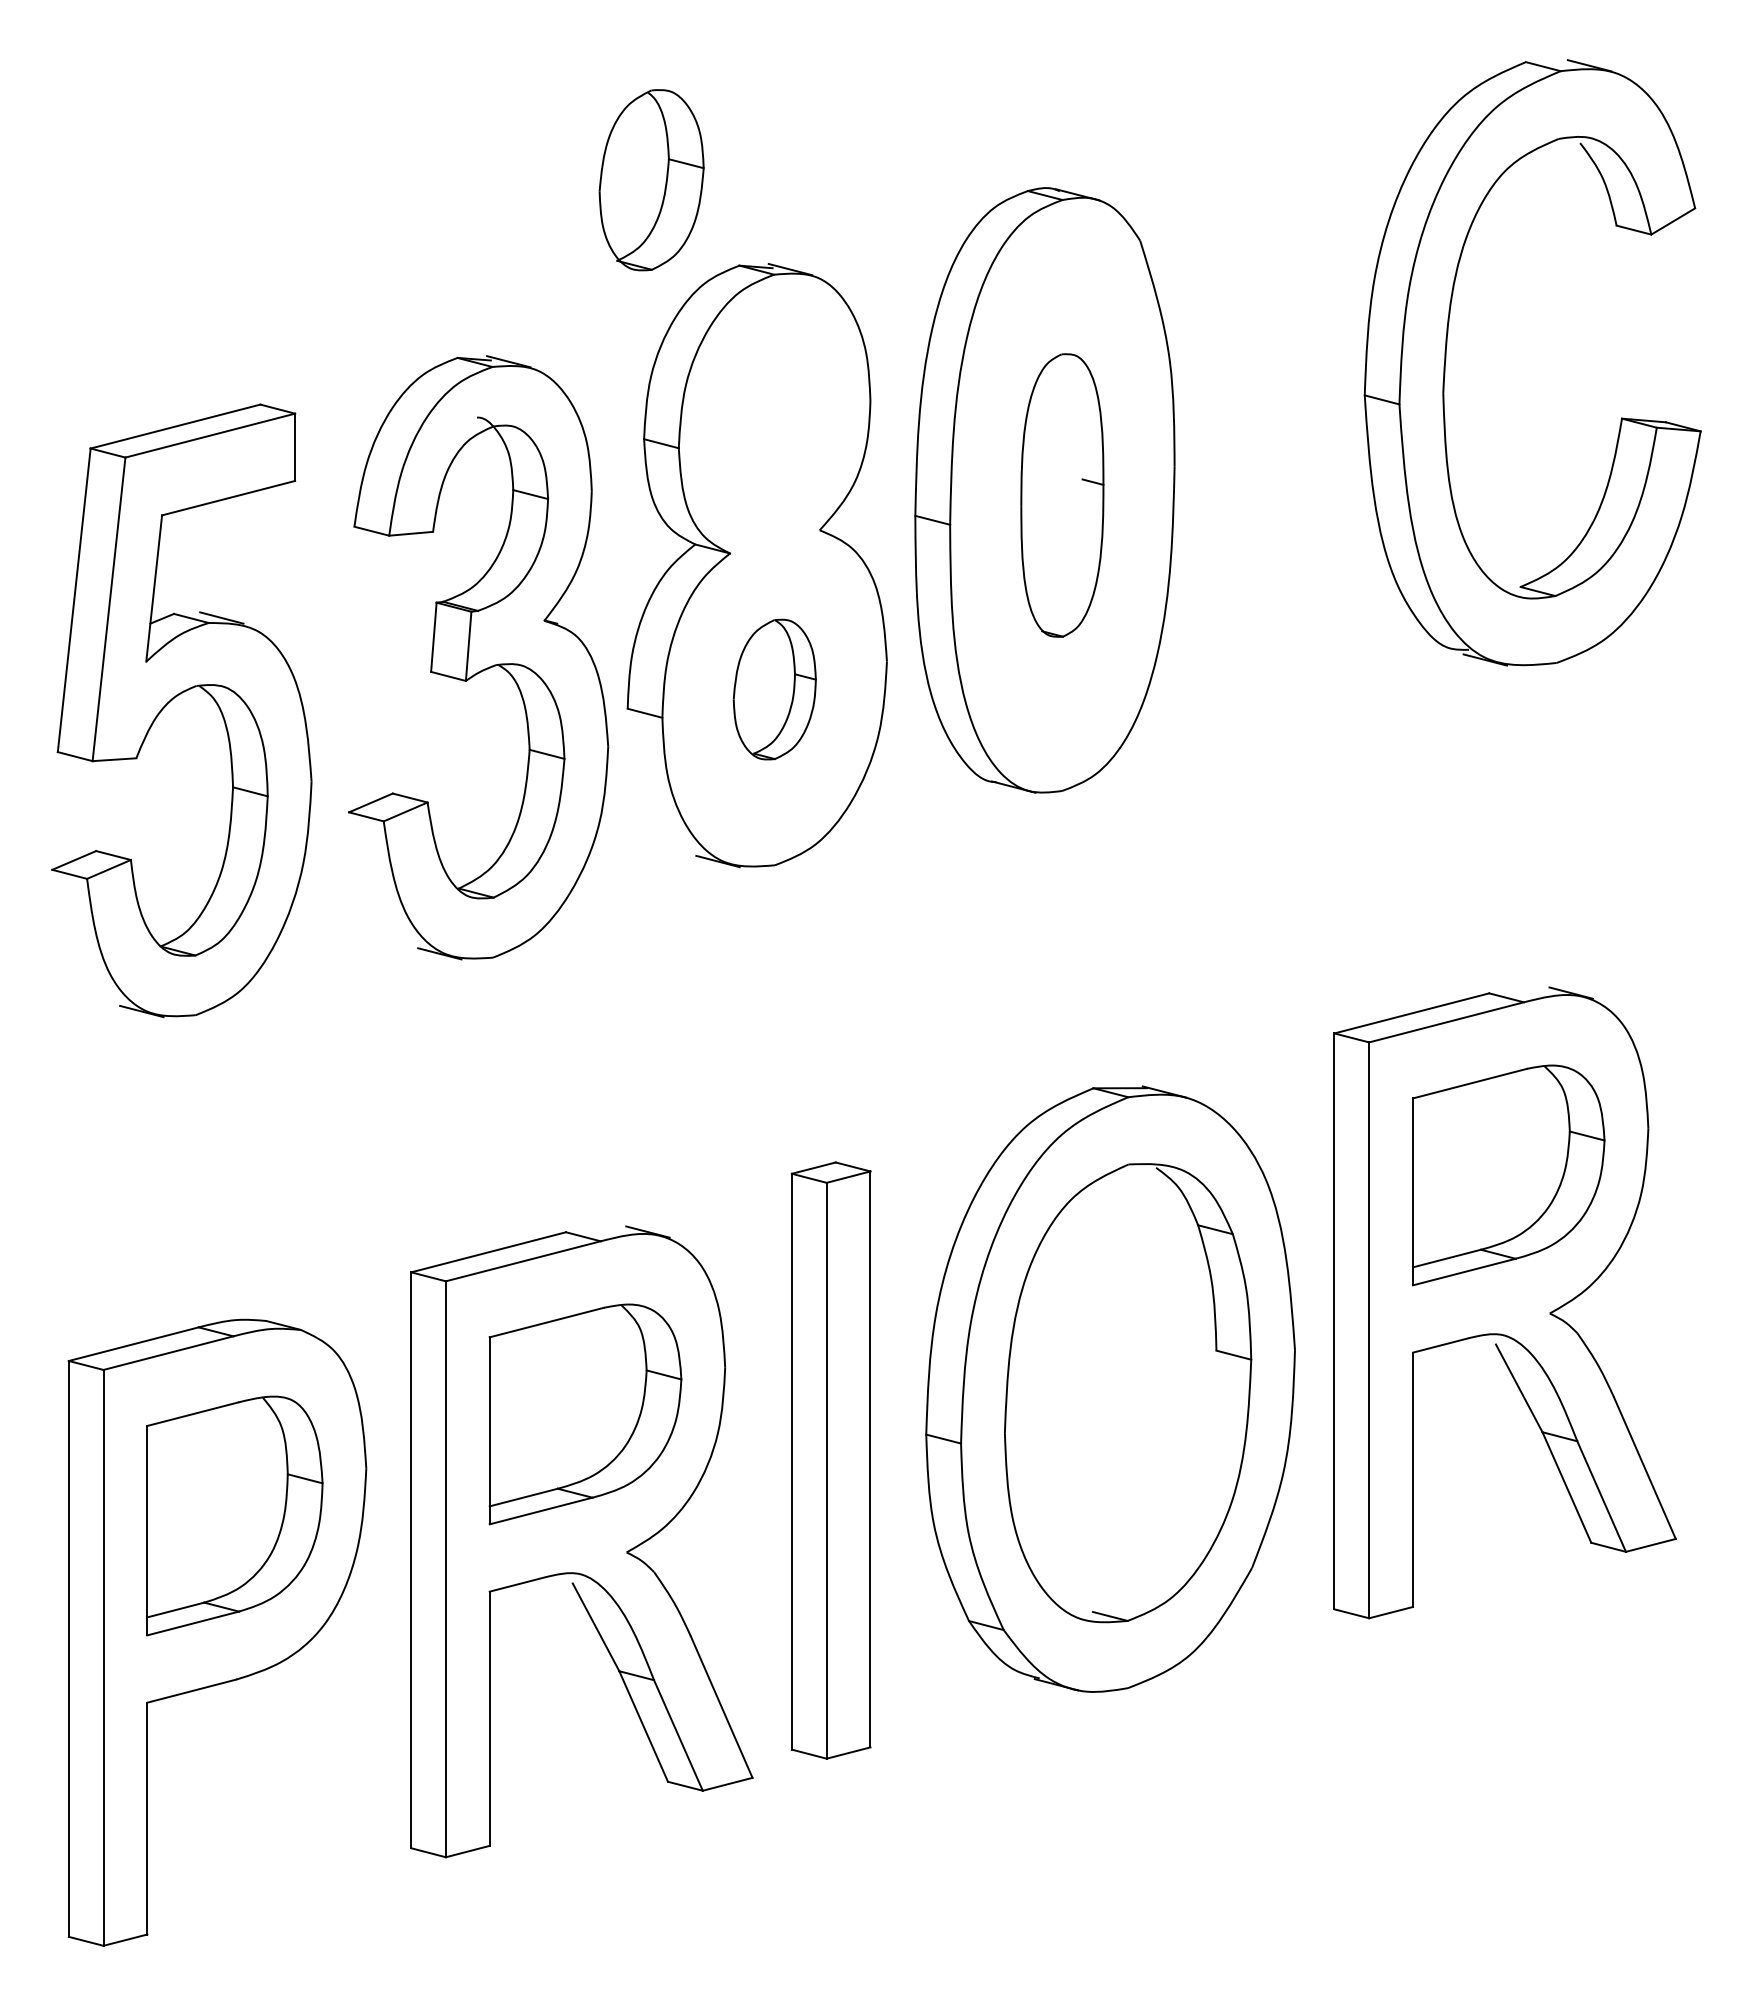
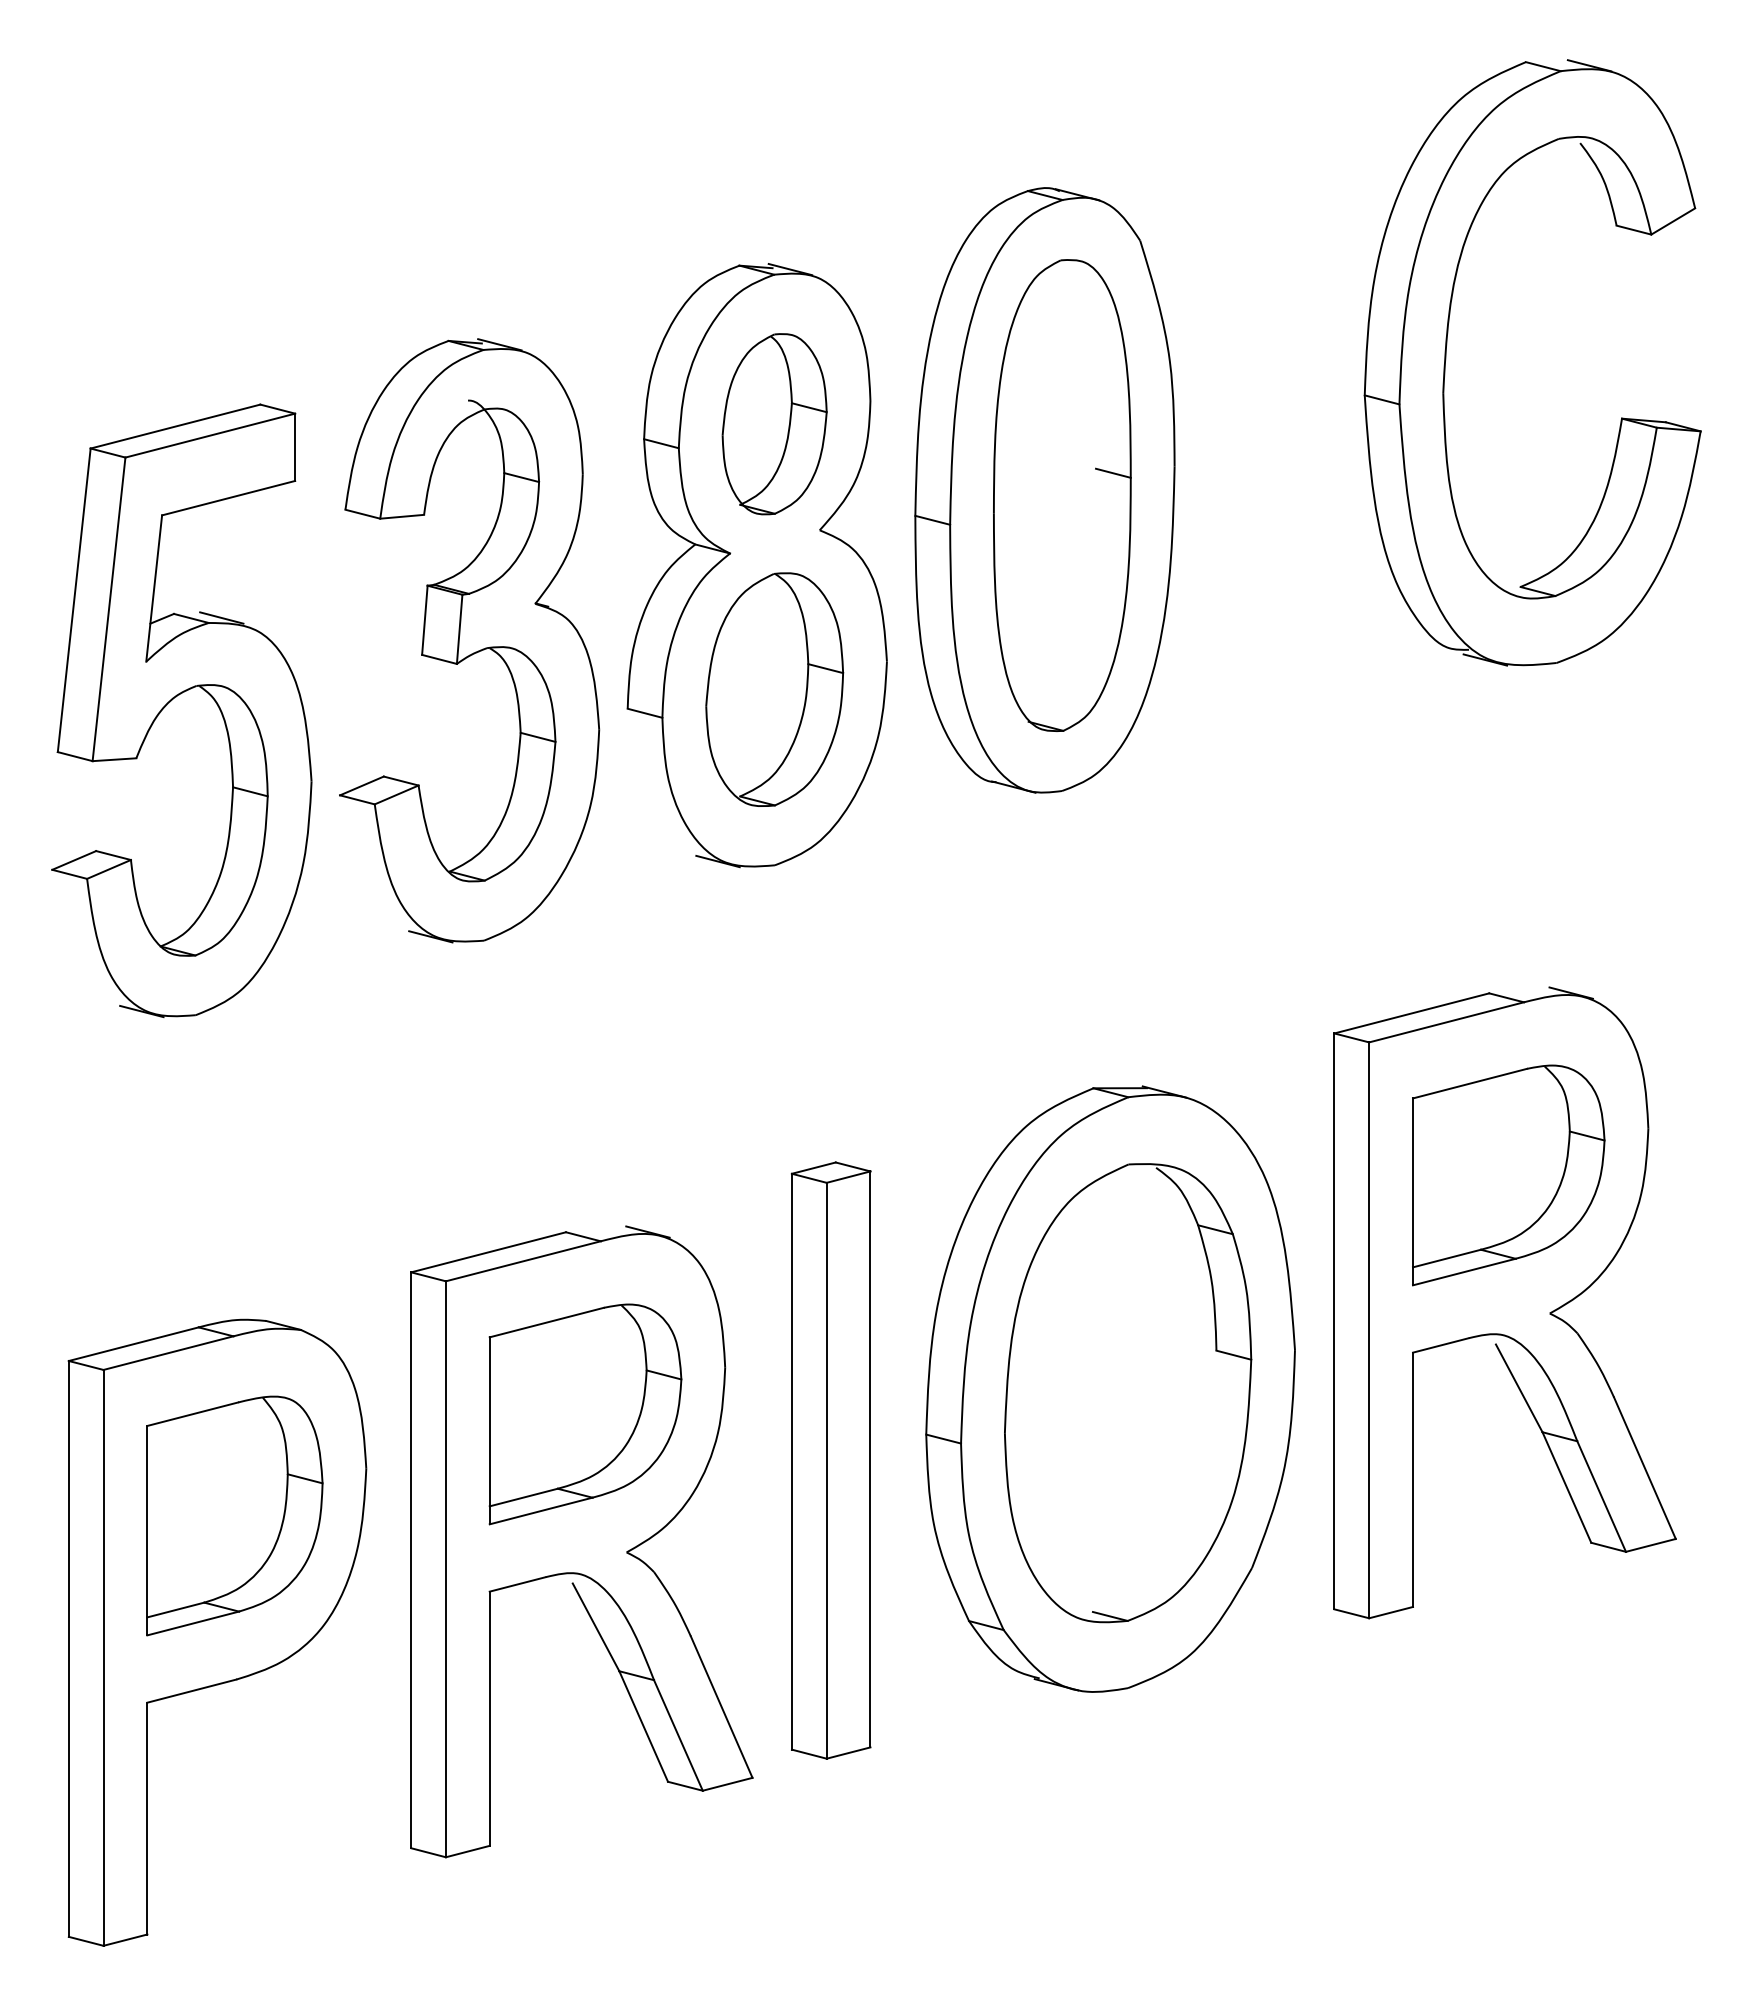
part at (651, 180) position: (651, 180) -> (774, 424)
part at (1062, 495) size: 85x285 px -> 139x473 px
part at (478, 657) position: (478, 657) -> (469, 640)
part at (774, 689) size: 85x143 px -> 140x235 px
